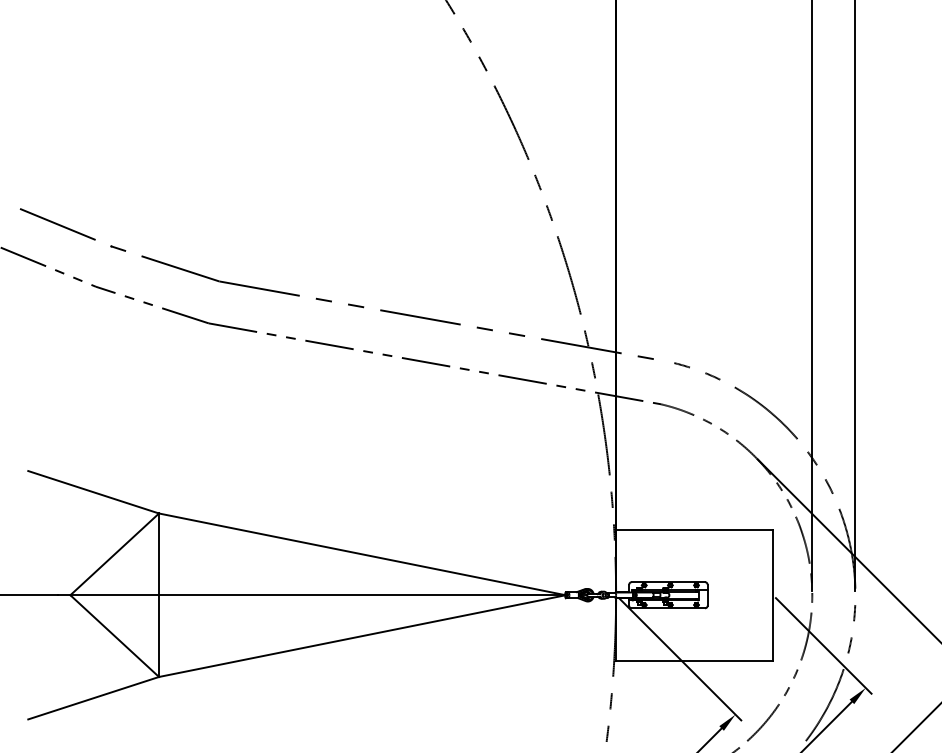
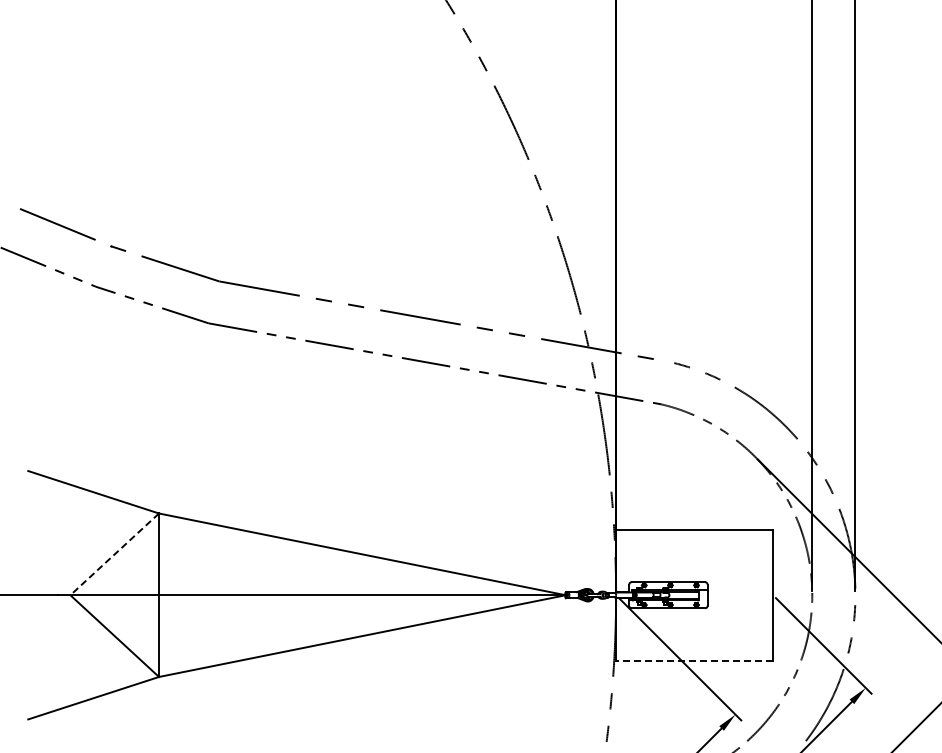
line at (114, 554): solid -> dashed
line at (694, 660): solid -> dashed
